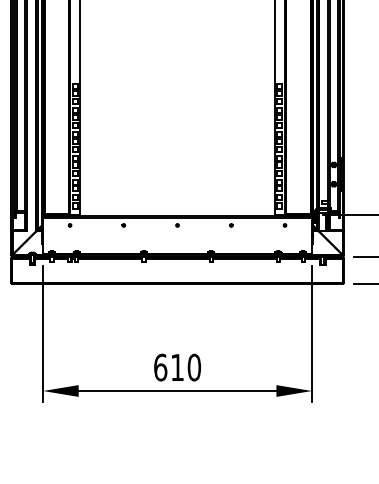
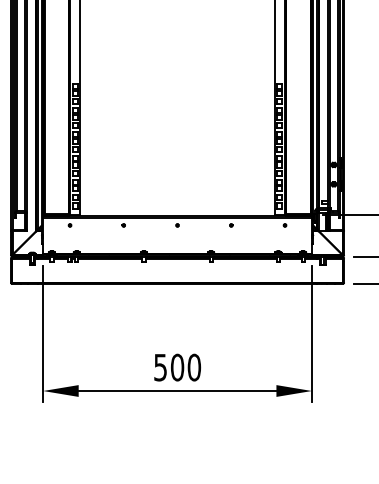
text at (169, 367): 610 -> 500
